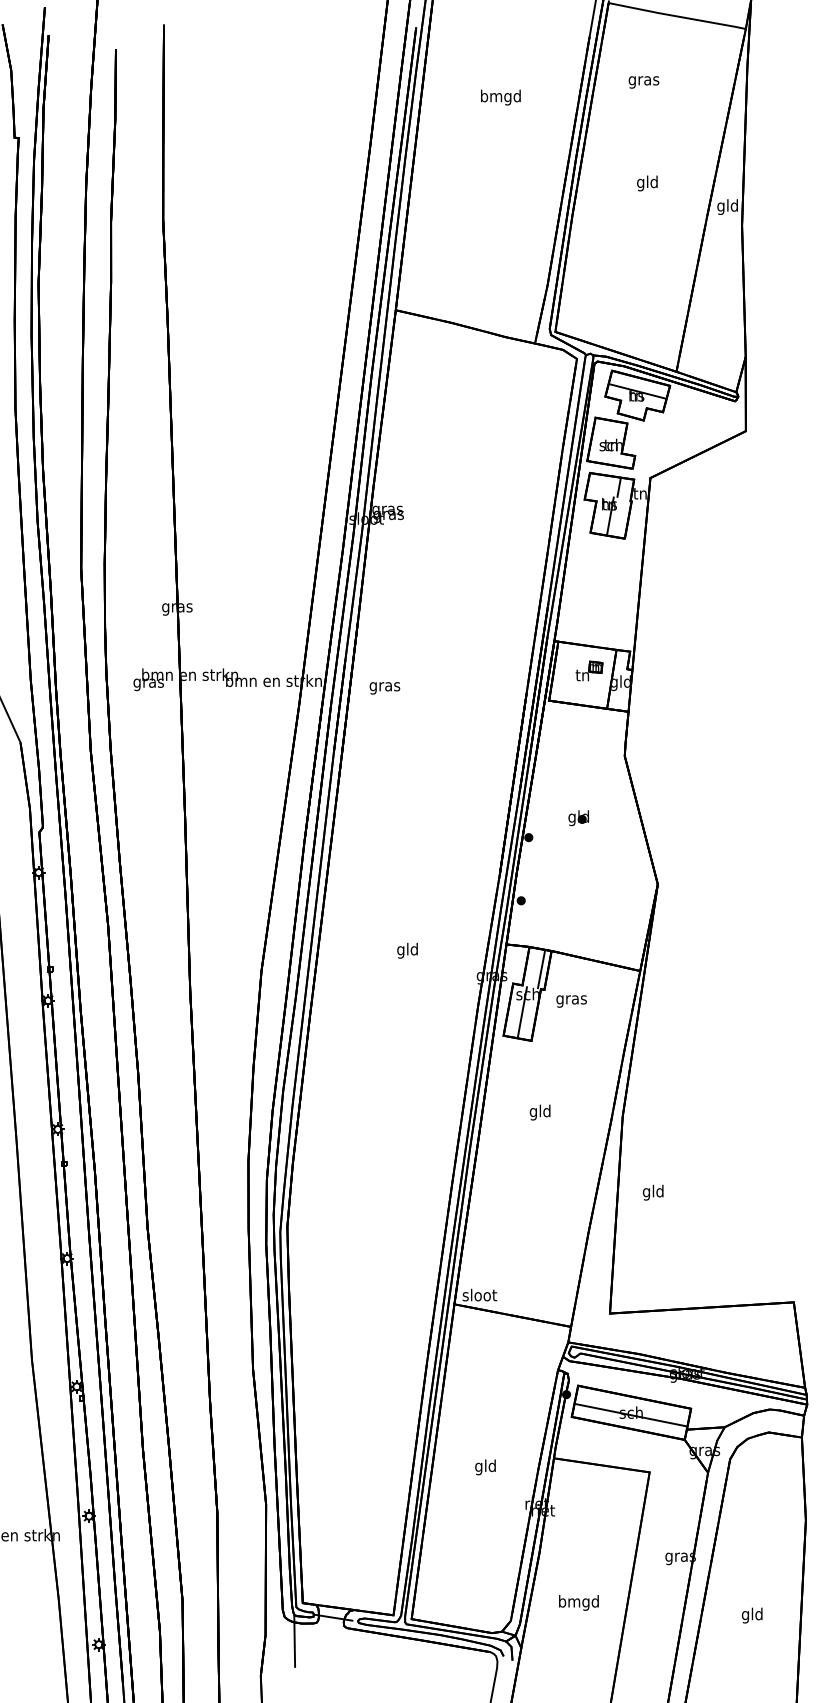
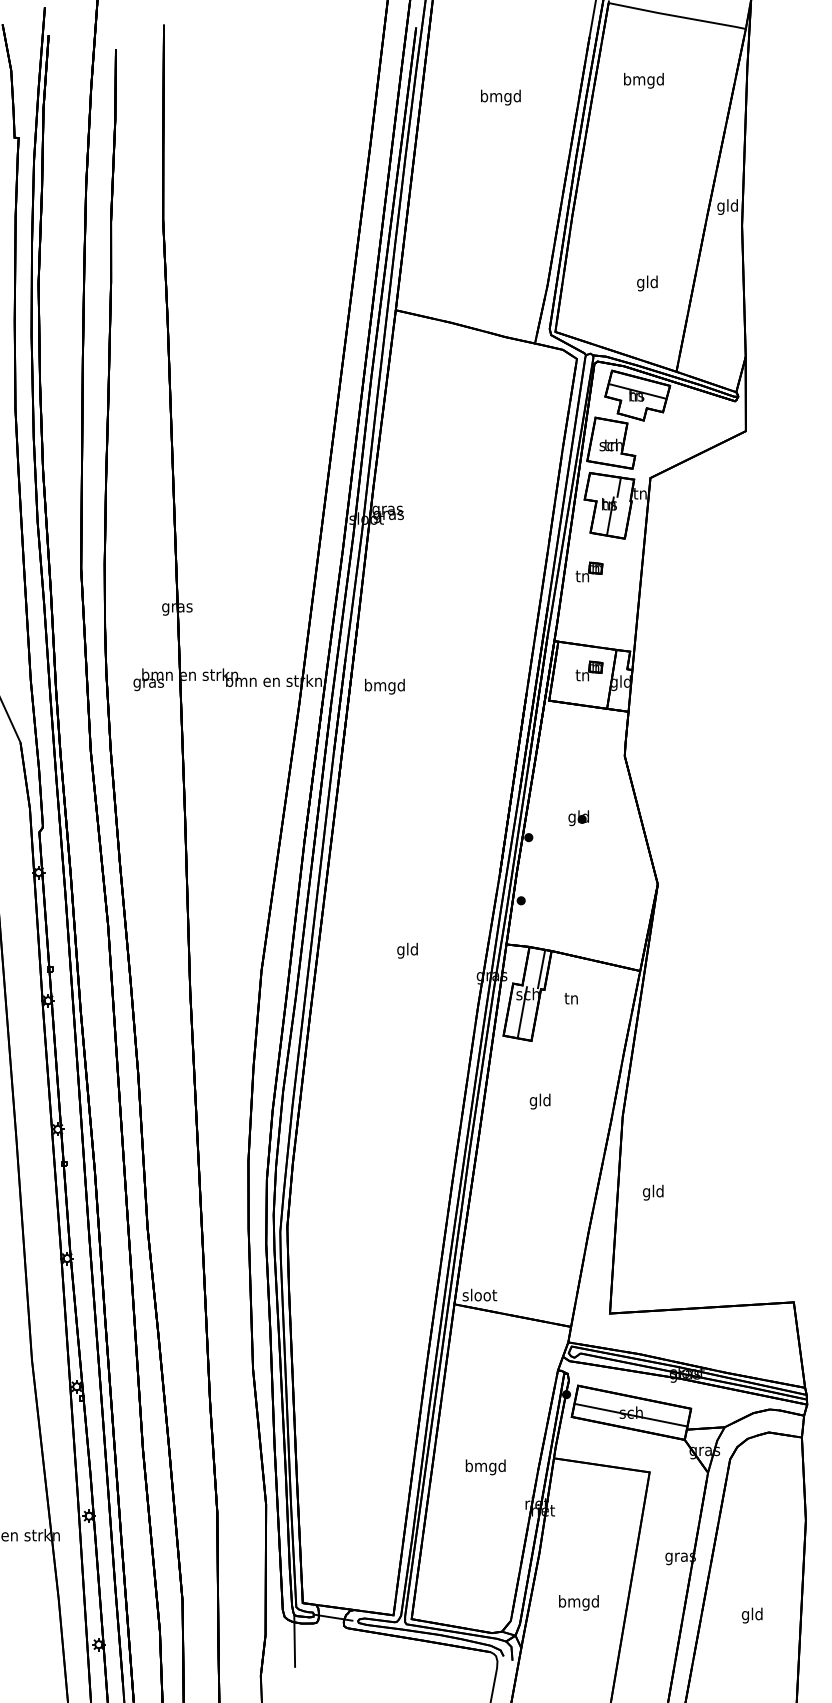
text at (643, 80): gras -> bmgd
text at (647, 183) position: (647, 183) -> (647, 283)
part at (589, 571): none -> present
text at (384, 686): gras -> bmgd
text at (571, 1000): gras -> tn
text at (539, 1112) position: (539, 1112) -> (539, 1101)
text at (485, 1467): gld -> bmgd
